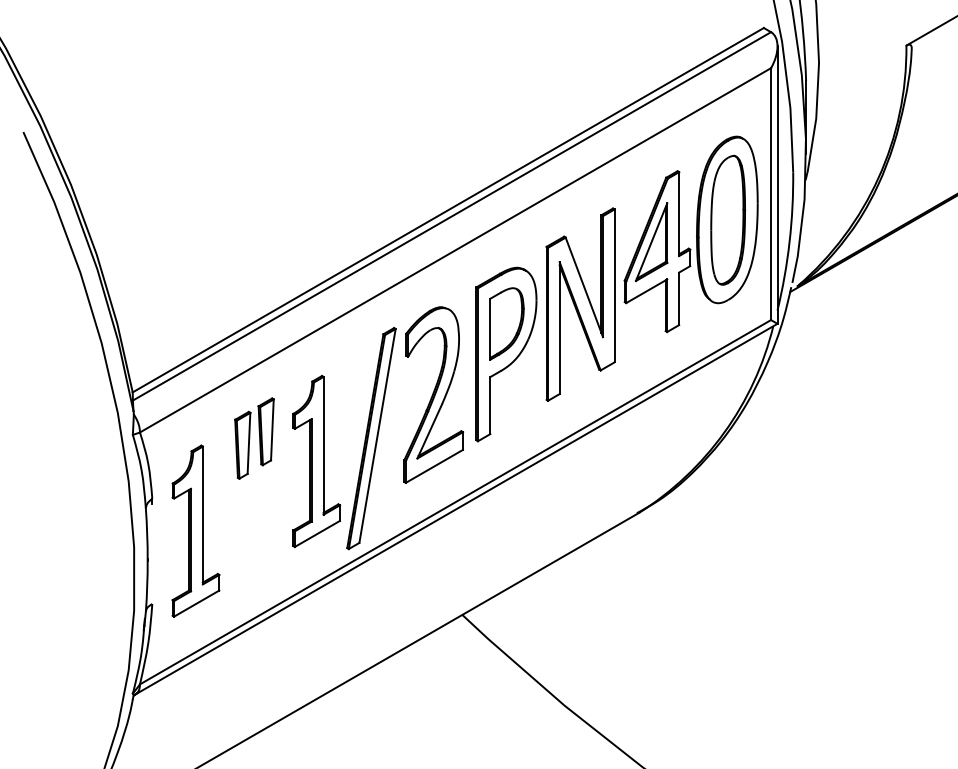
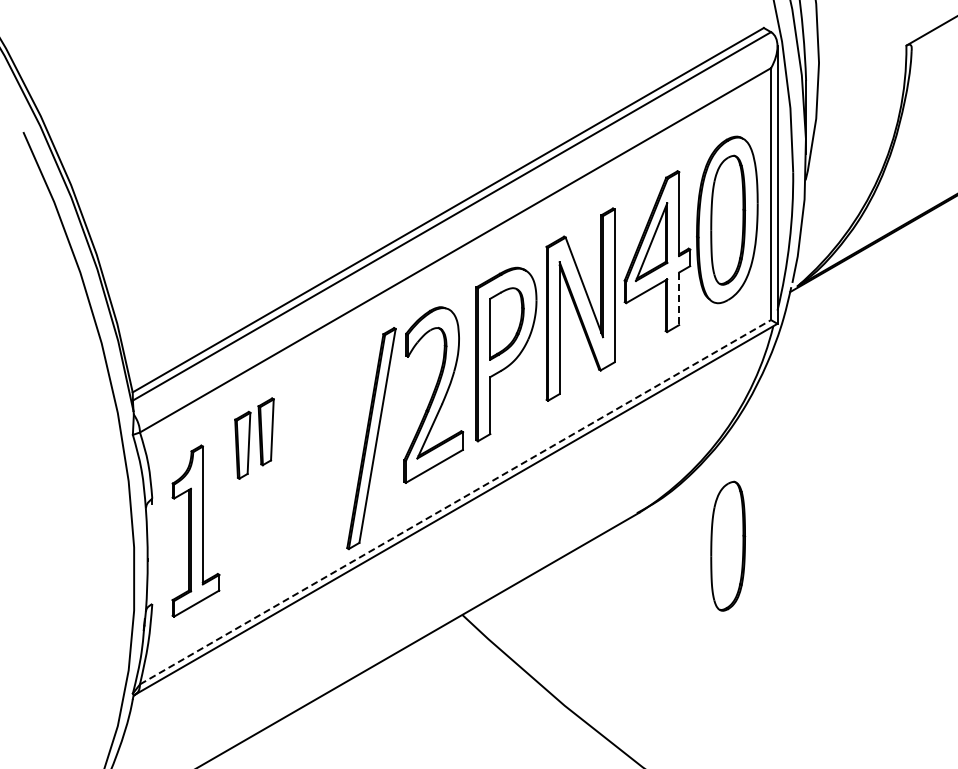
line at (679, 299): solid -> dashed
part at (316, 461): present -> none
line at (455, 501): solid -> dashed
part at (728, 545): none -> present
